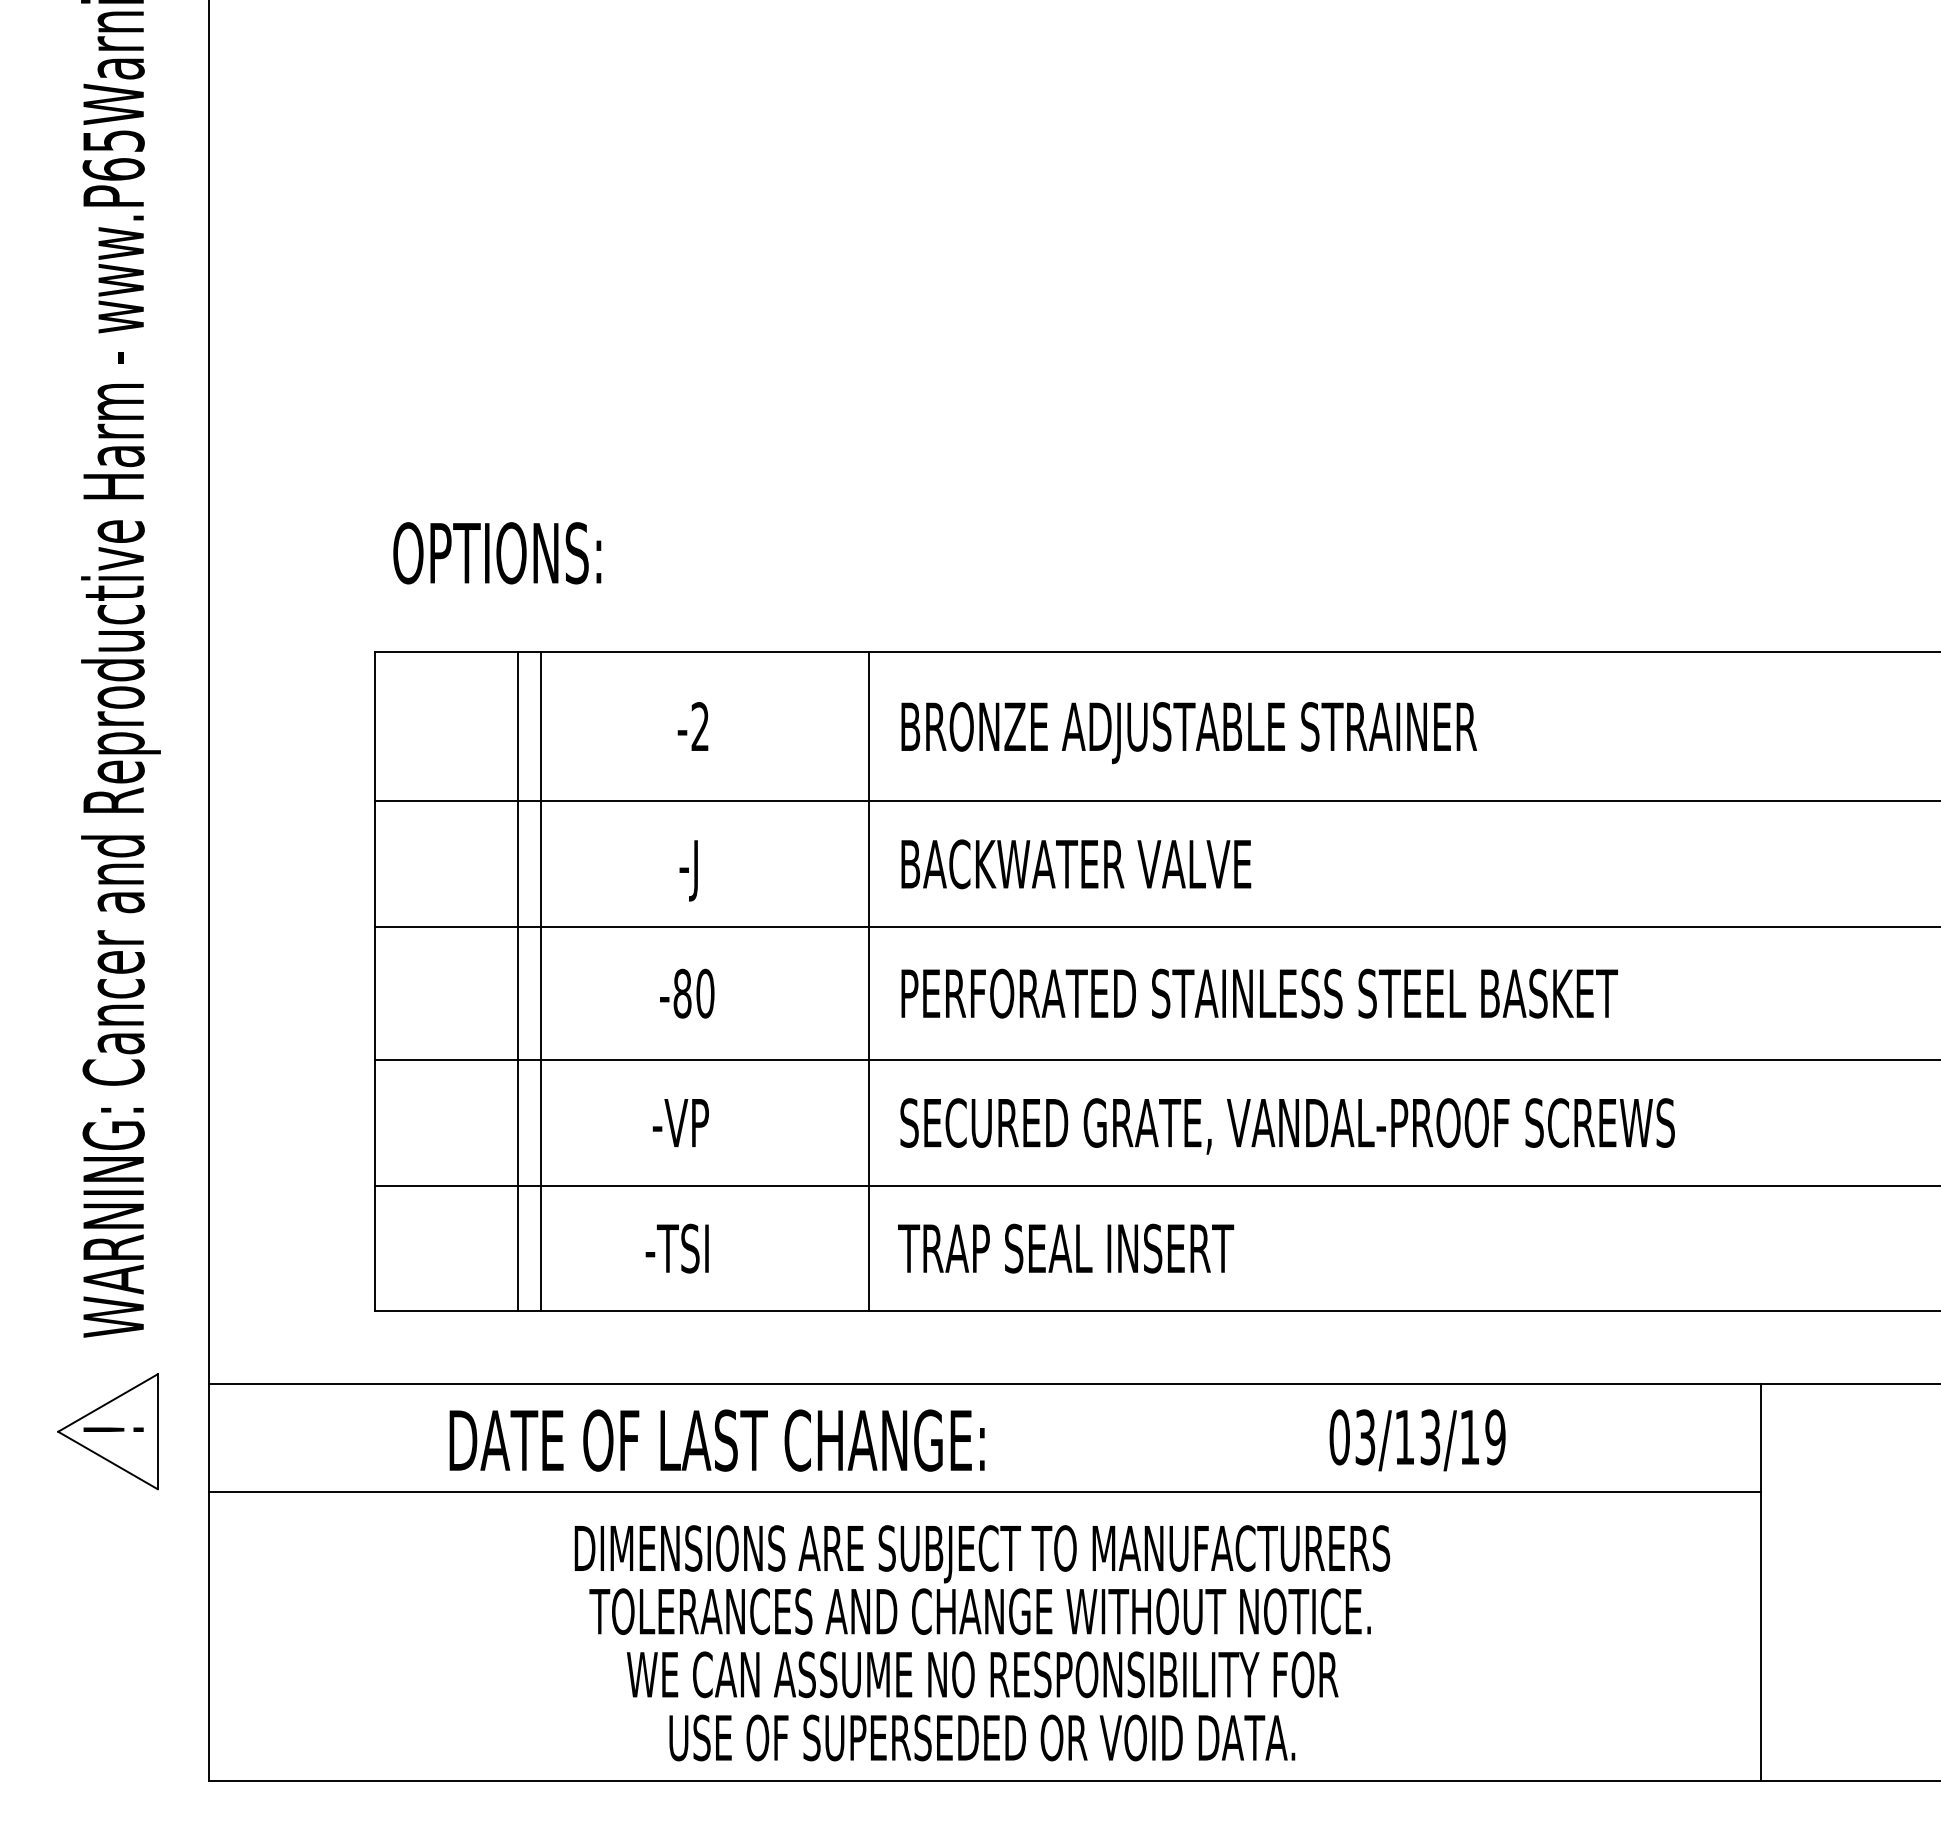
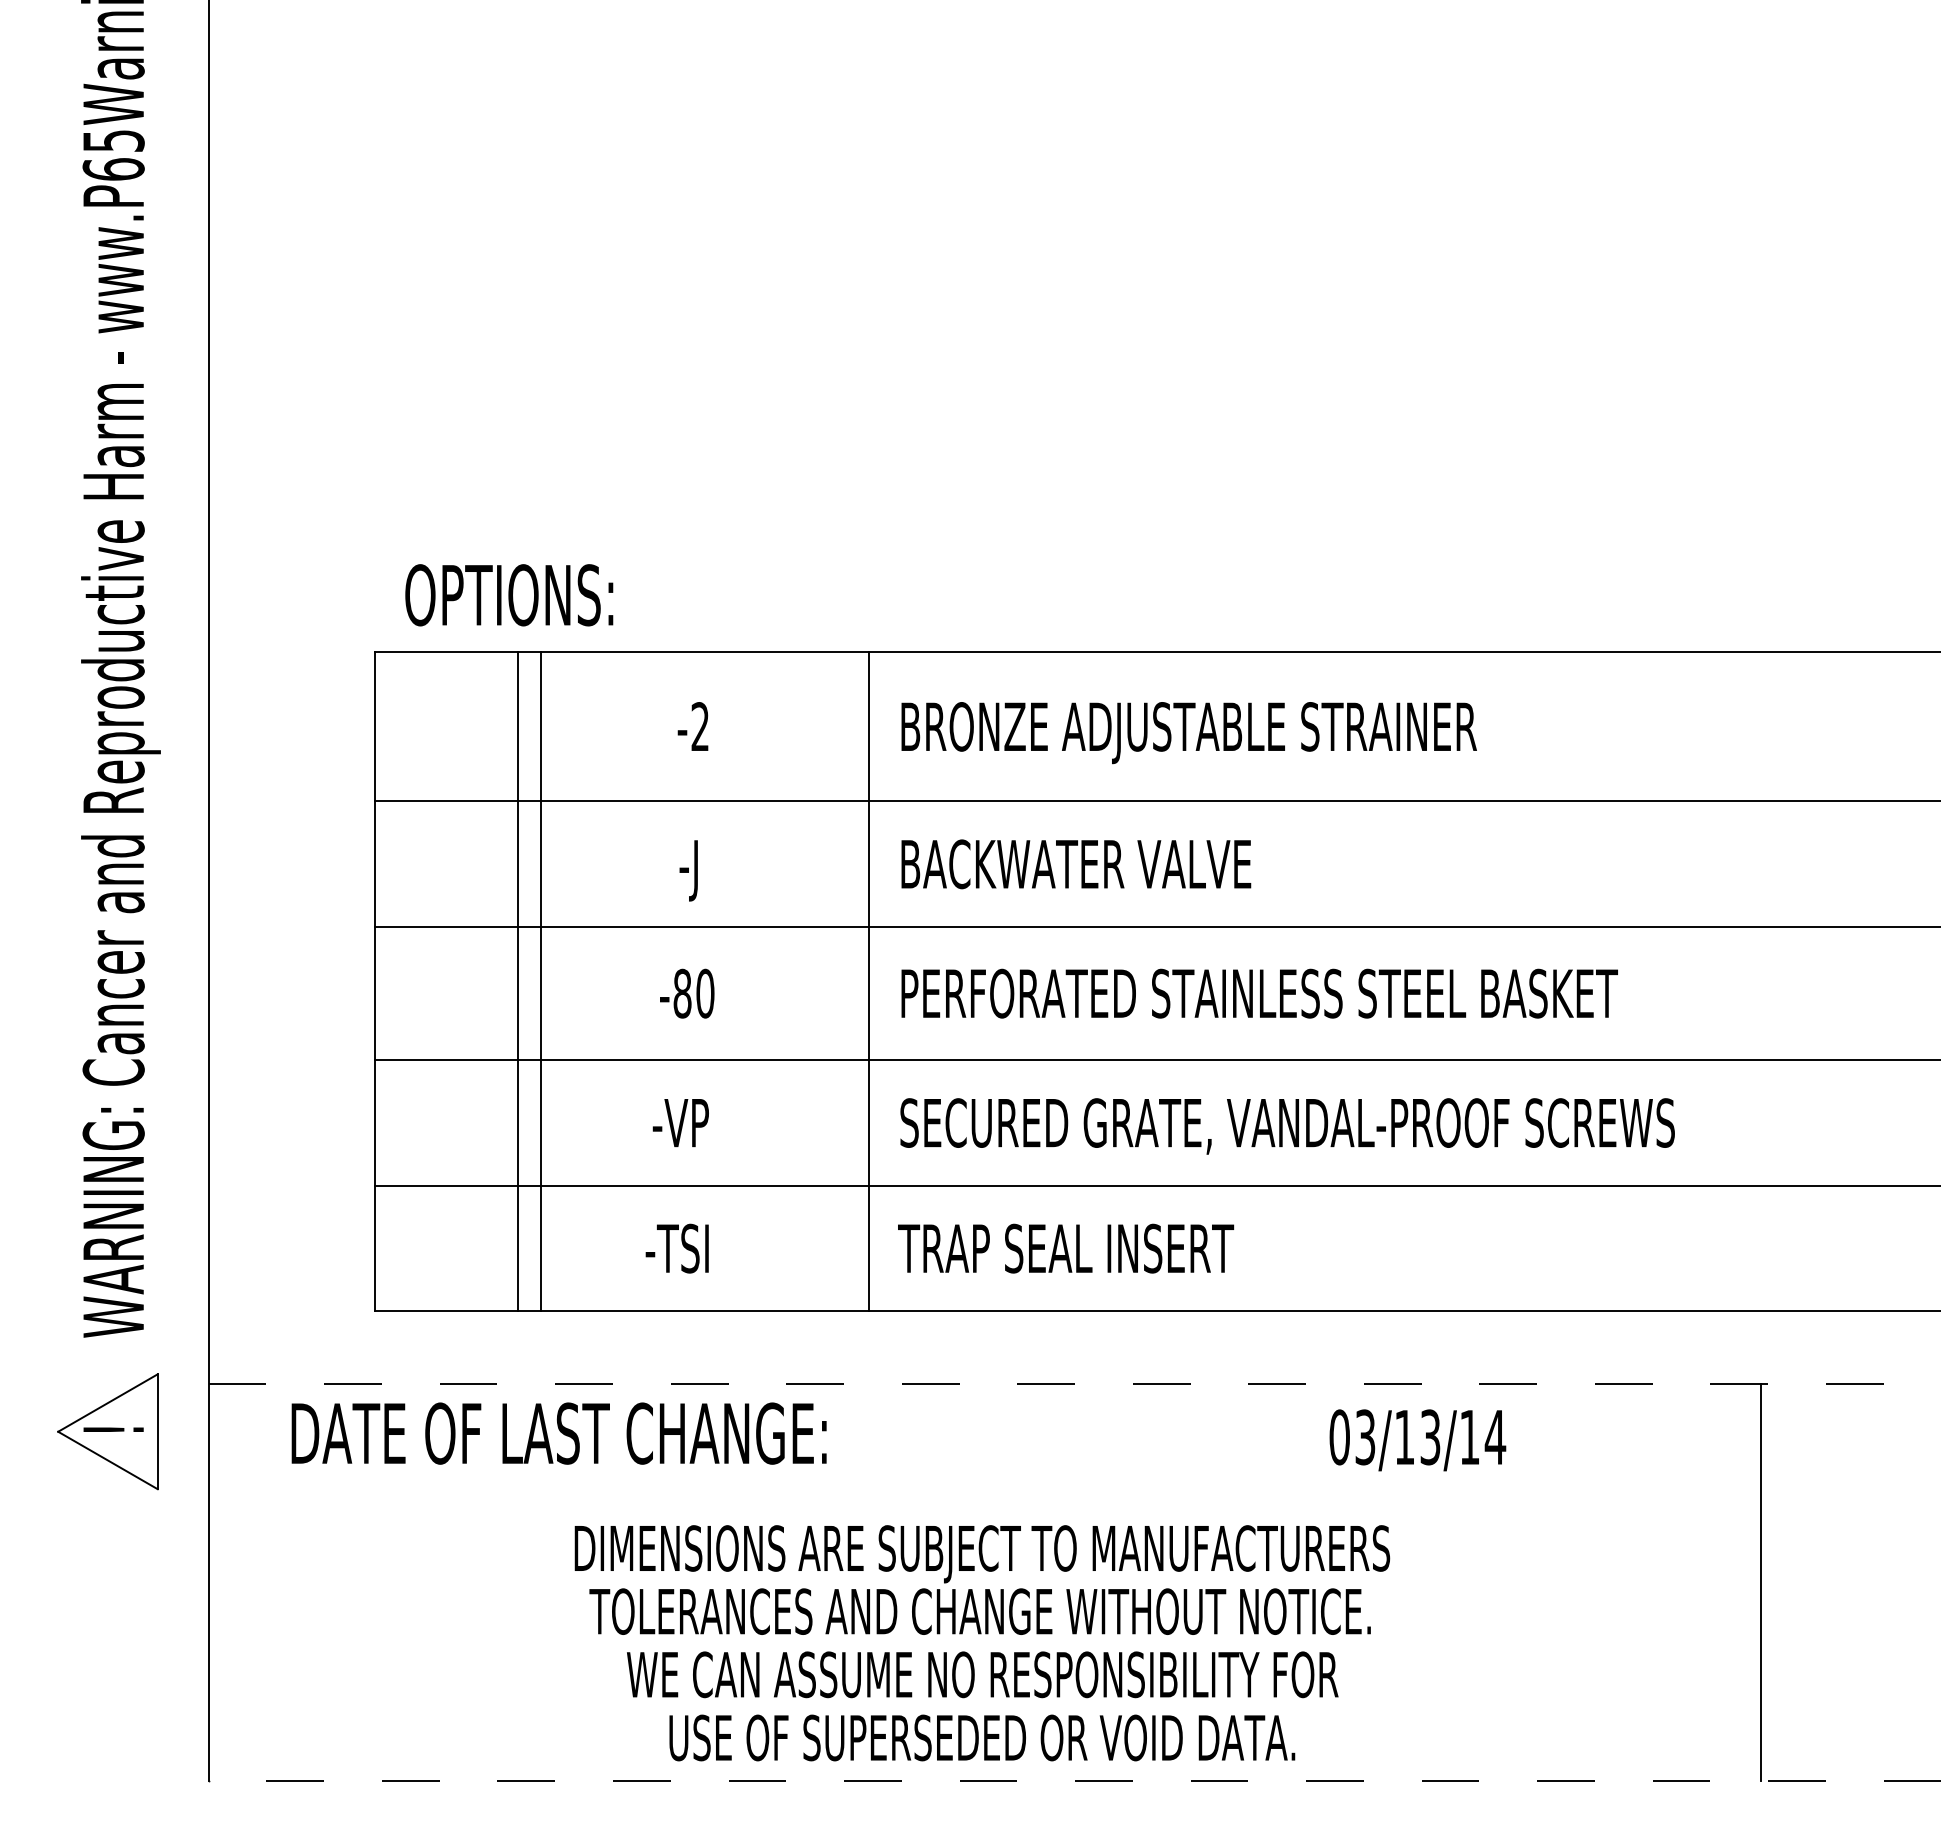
text at (497, 553) position: (497, 553) -> (509, 595)
line at (1074, 1383): solid -> dashed
text at (1495, 1437): 03/13/19 -> 03/13/14
text at (716, 1440) position: (716, 1440) -> (558, 1433)
line at (984, 1492): present -> none
line at (1074, 1780): solid -> dashed
